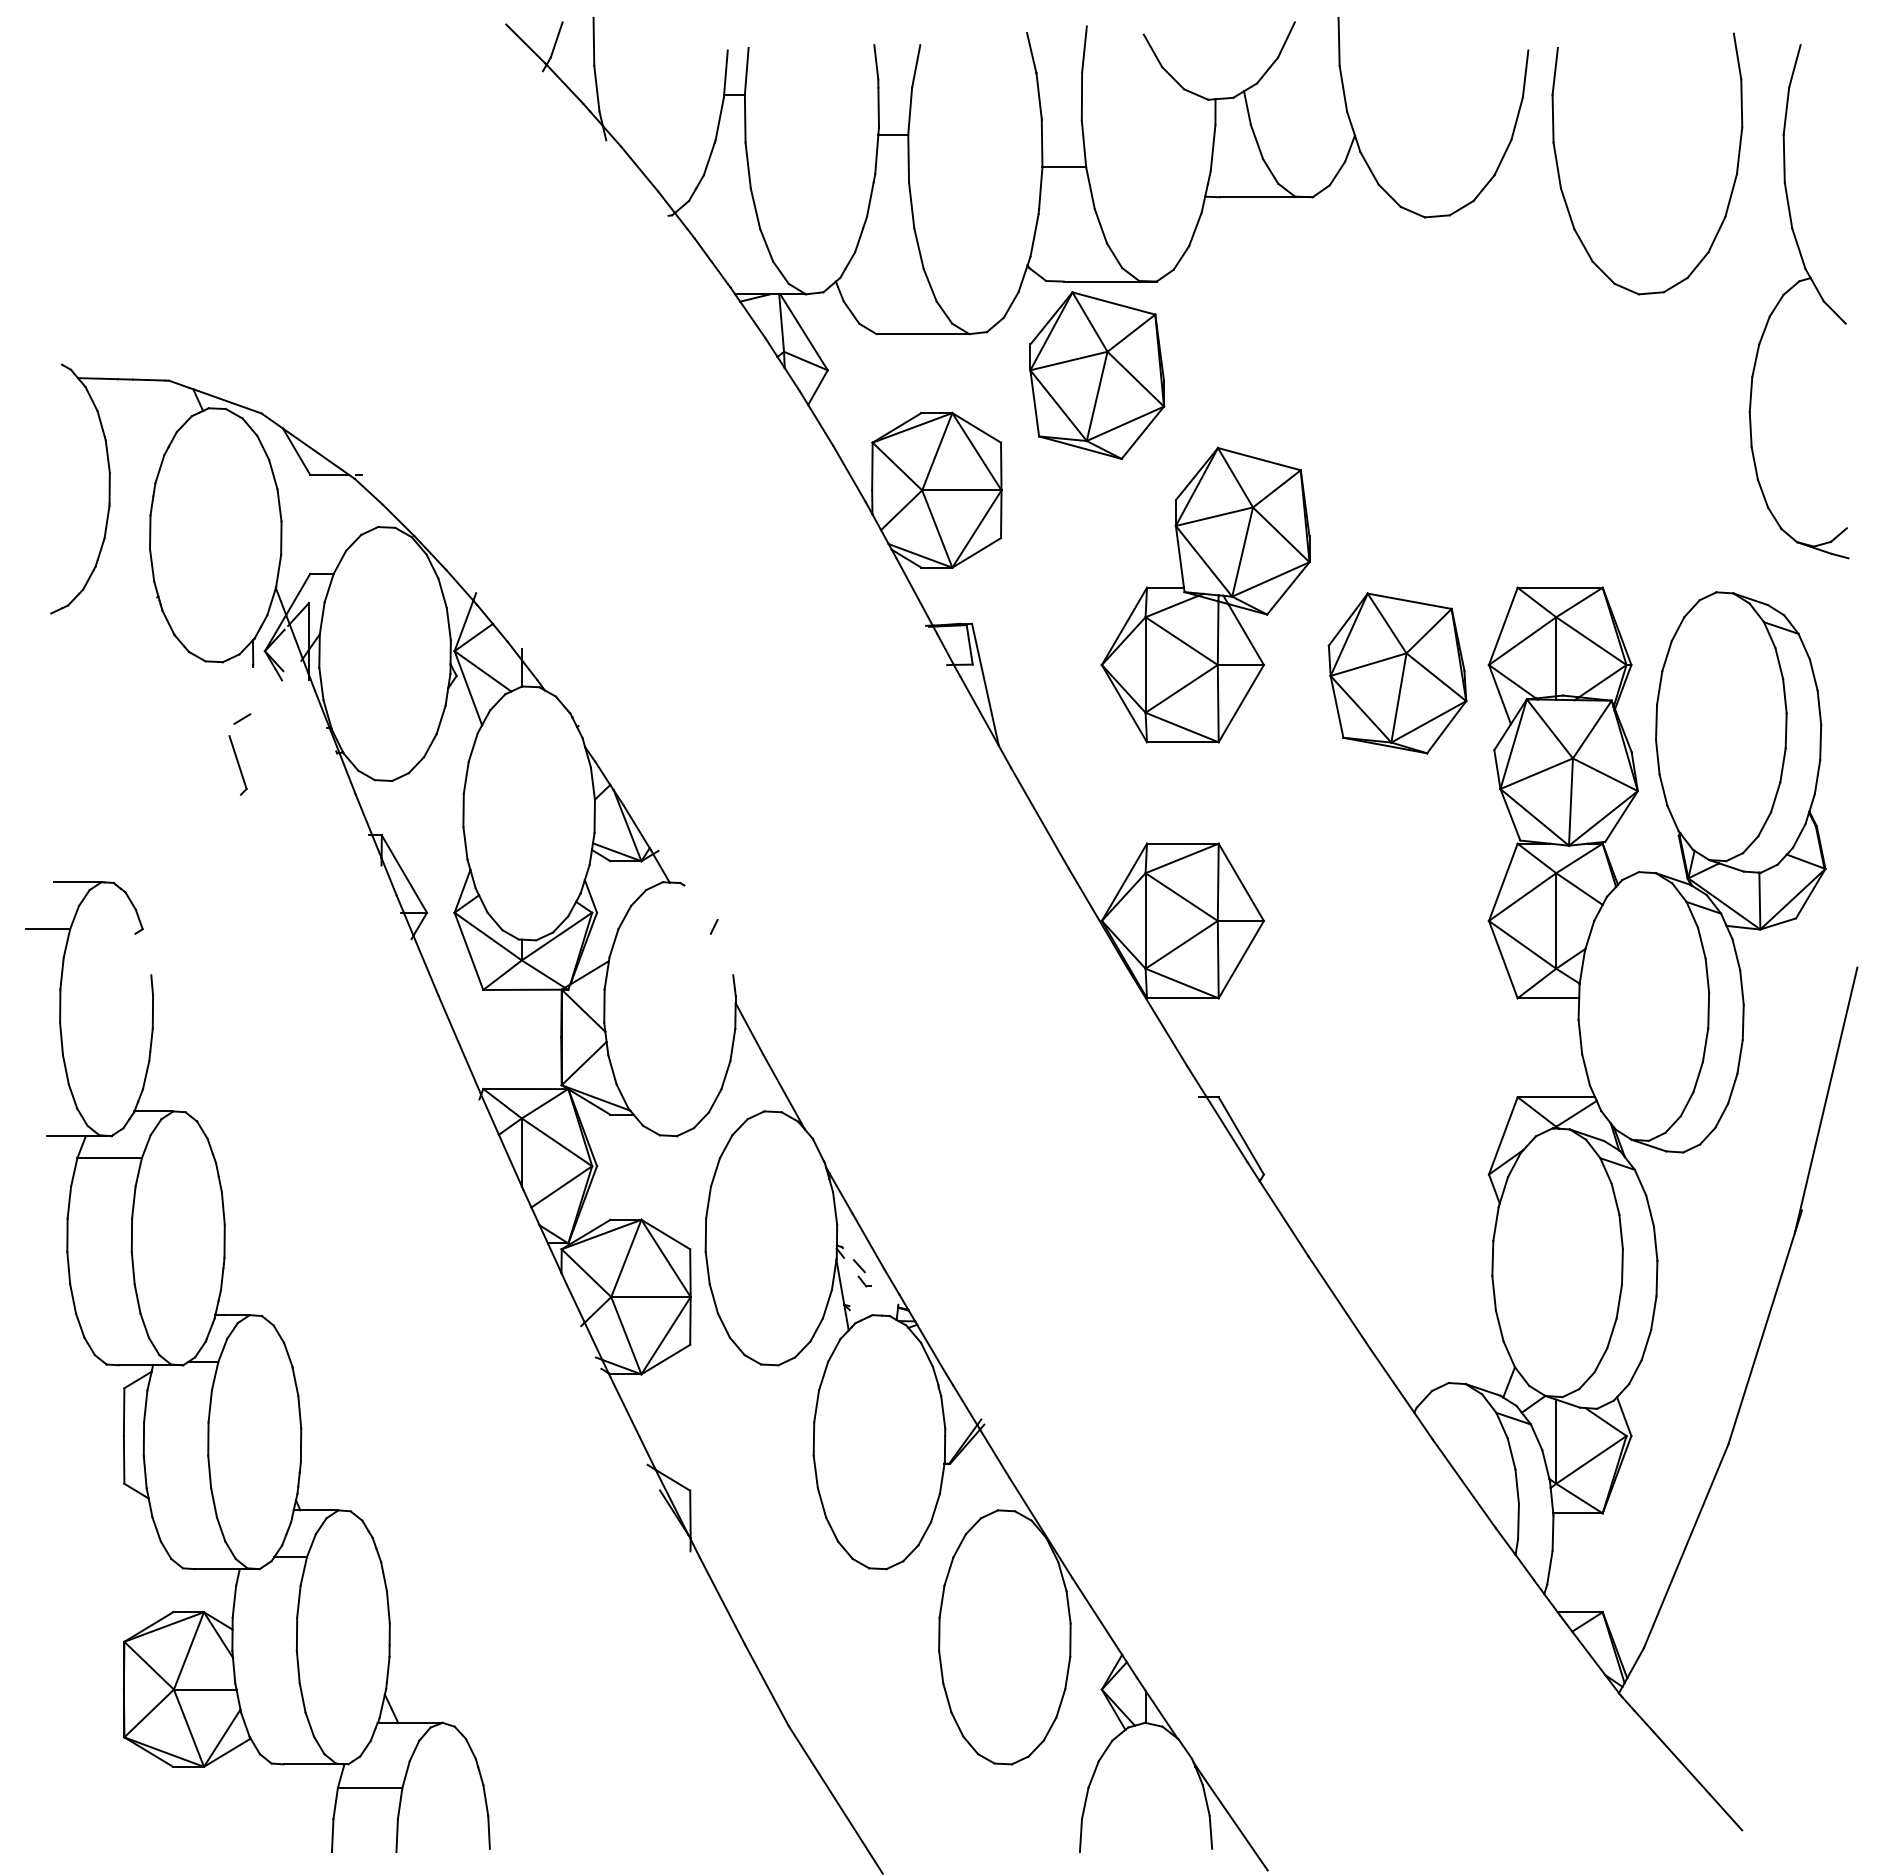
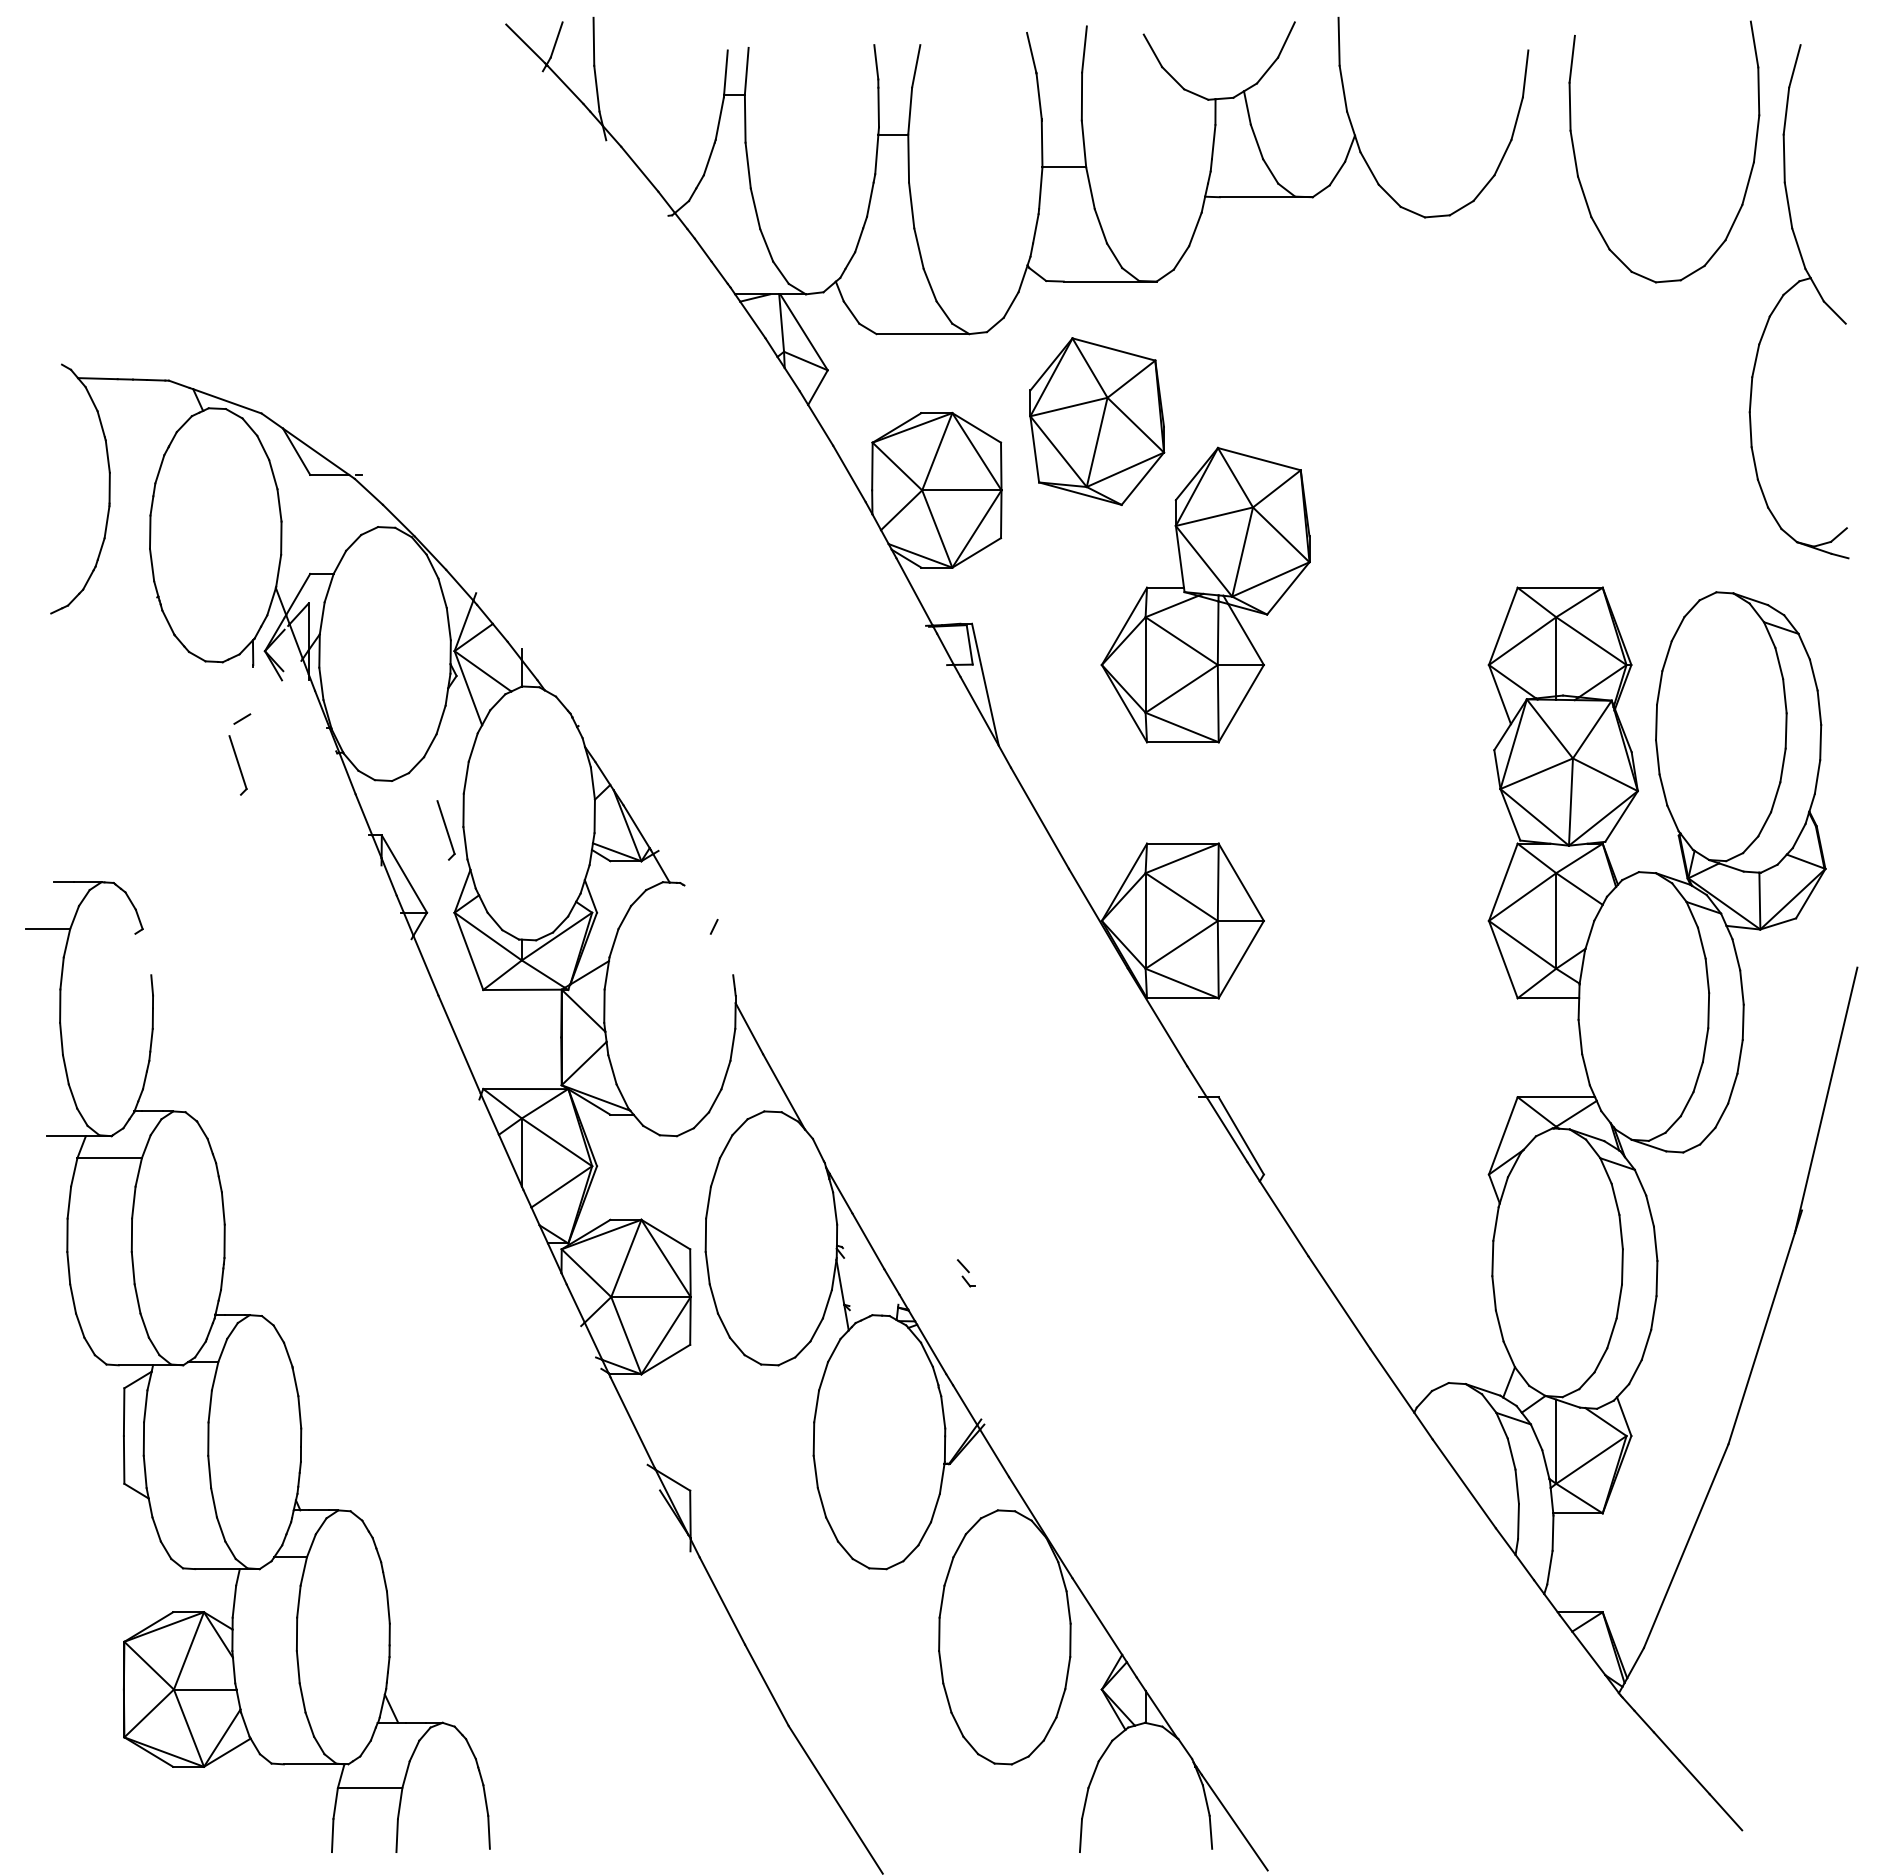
part at (1731, 189) position: (1731, 189) -> (1748, 177)
part at (1097, 375) position: (1097, 375) -> (1097, 421)
part at (1397, 673): present -> none
part at (445, 830): none -> present
part at (862, 1273) position: (862, 1273) -> (966, 1273)
